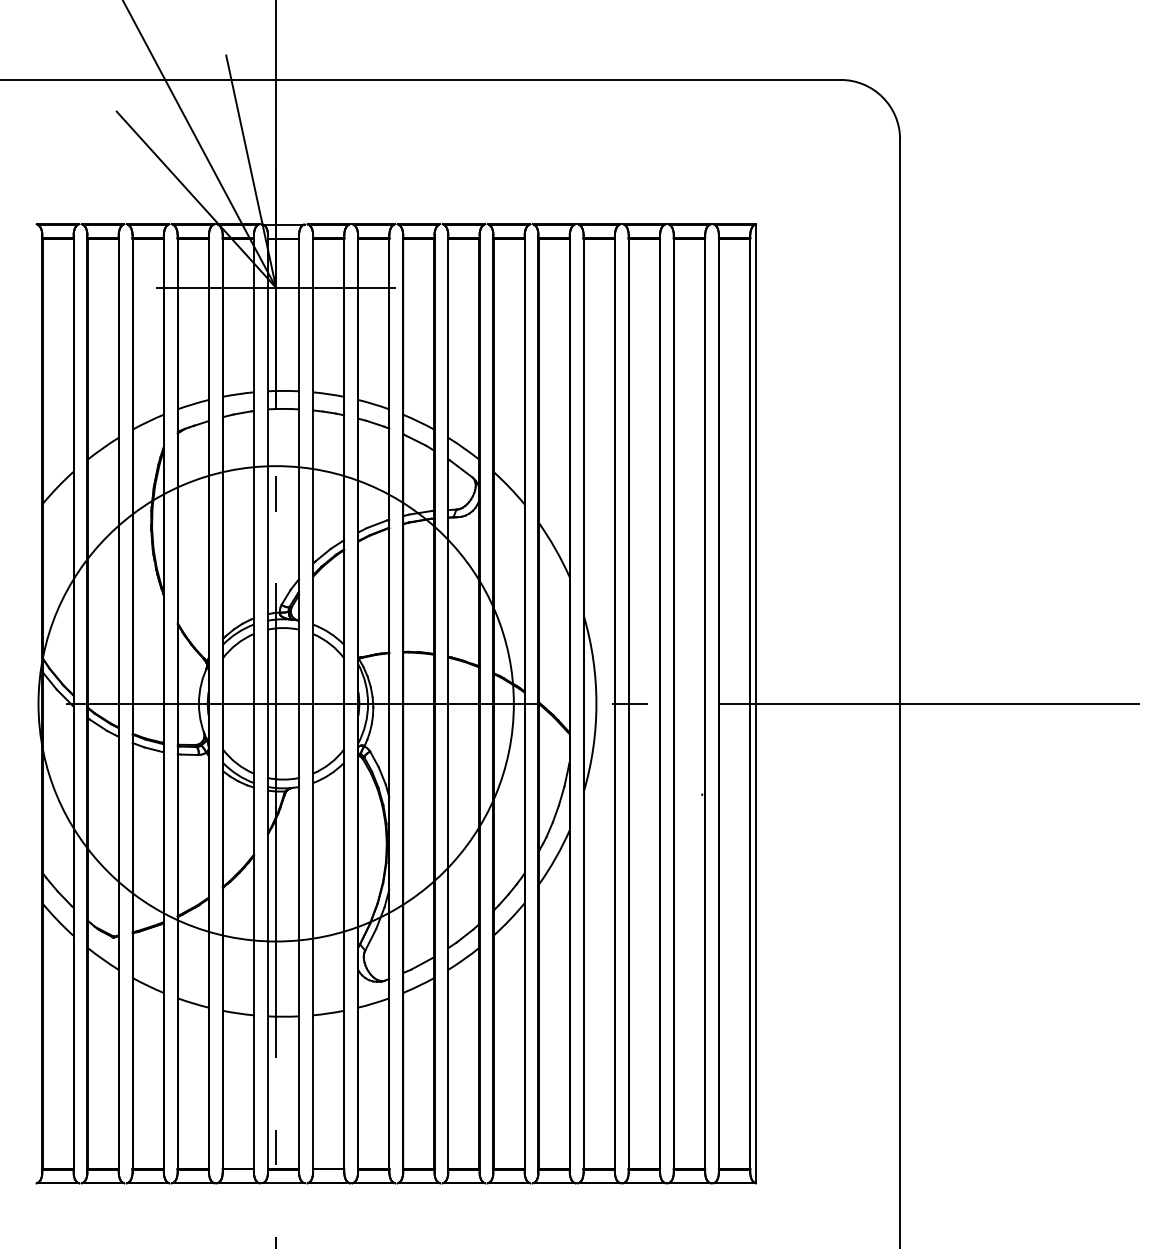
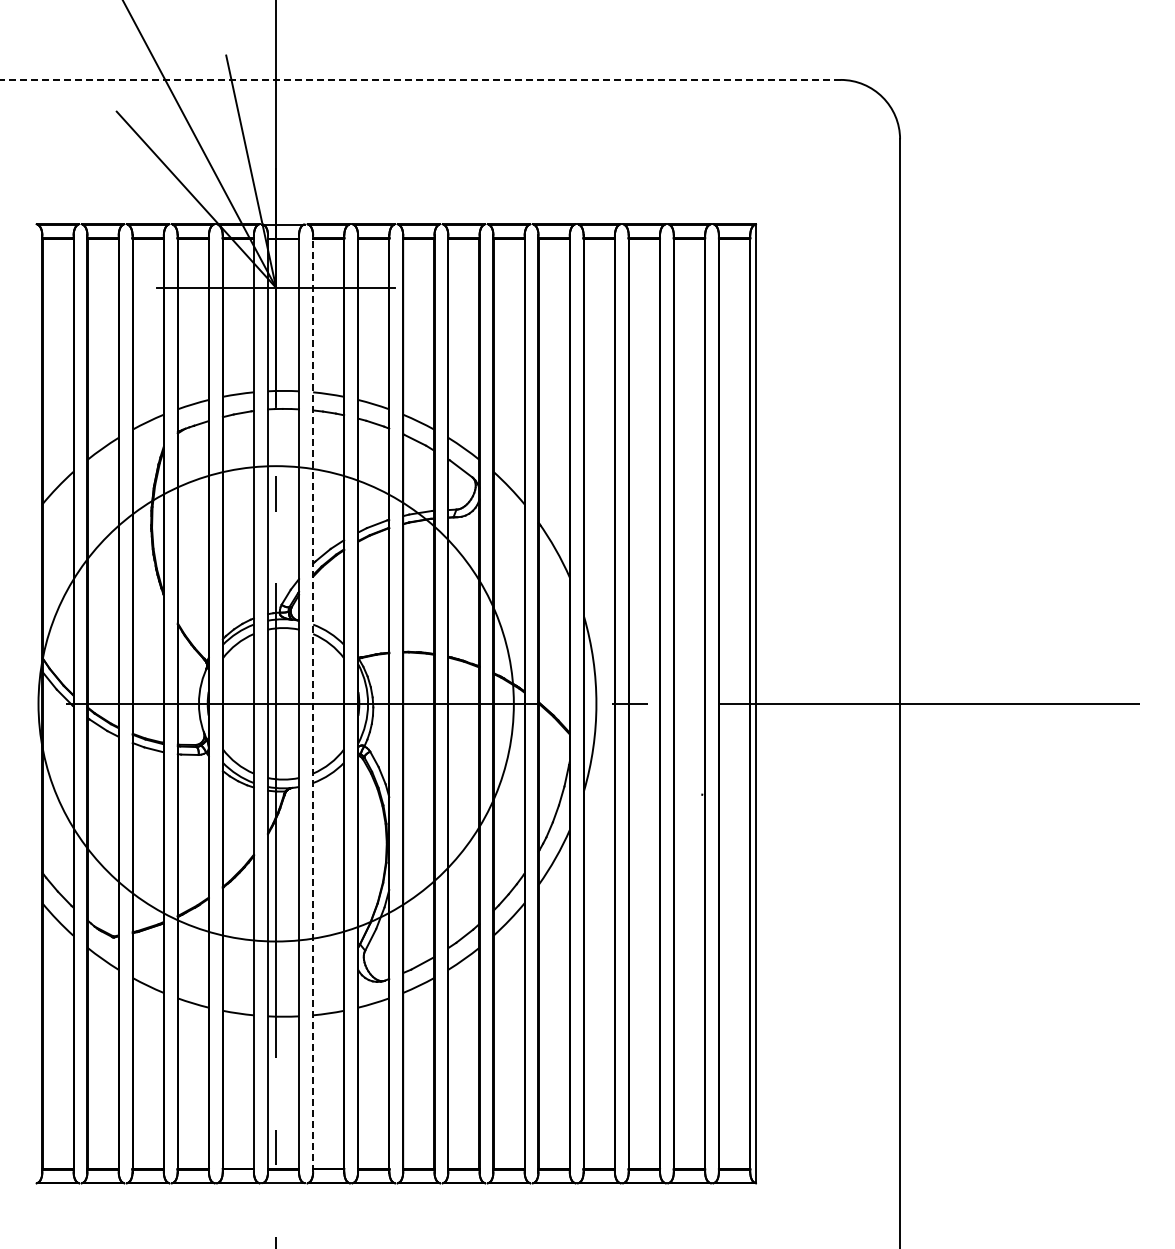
line at (420, 79): solid -> dashed
line at (313, 703): solid -> dashed
